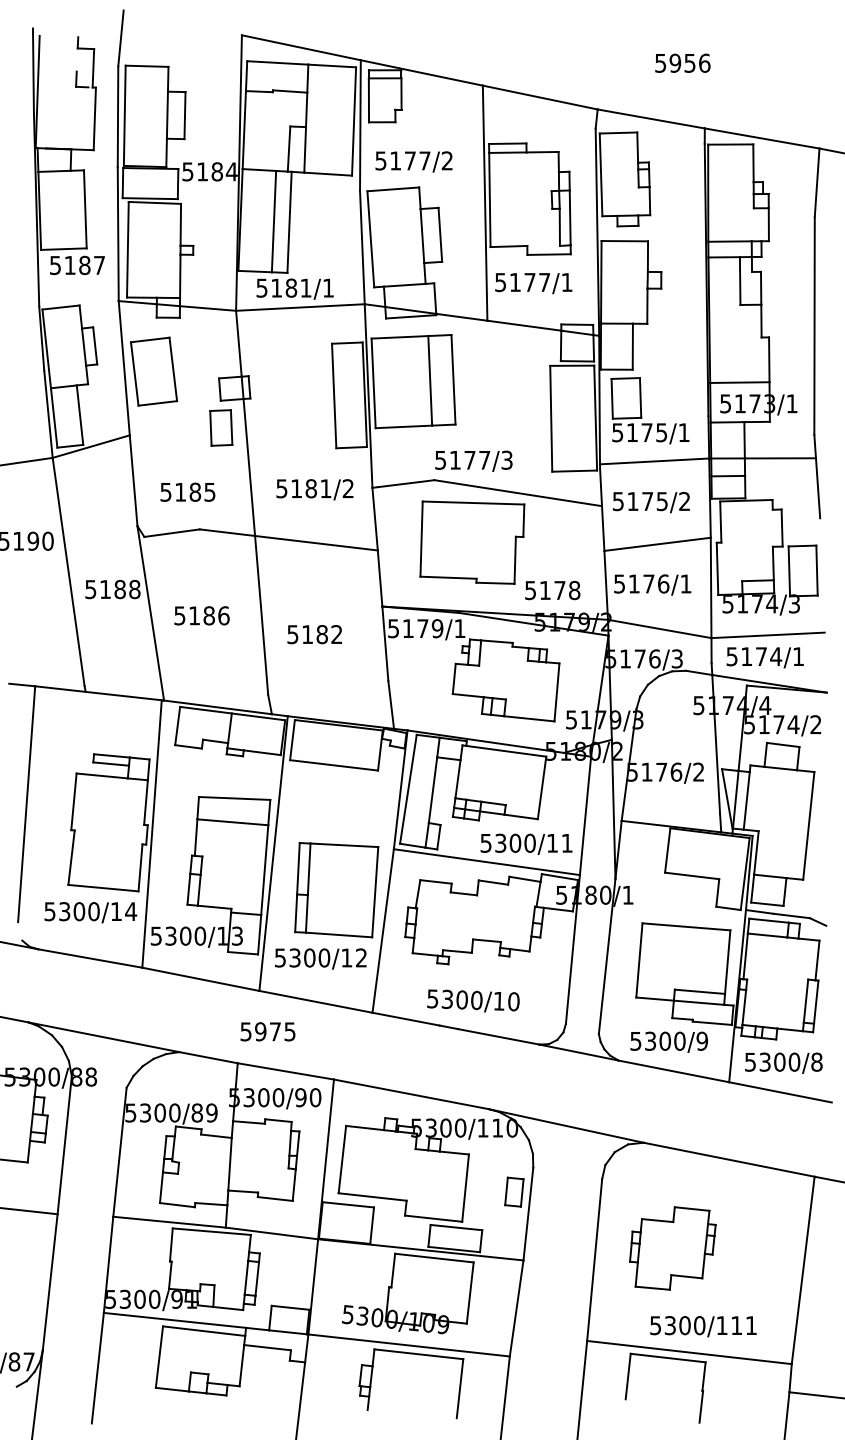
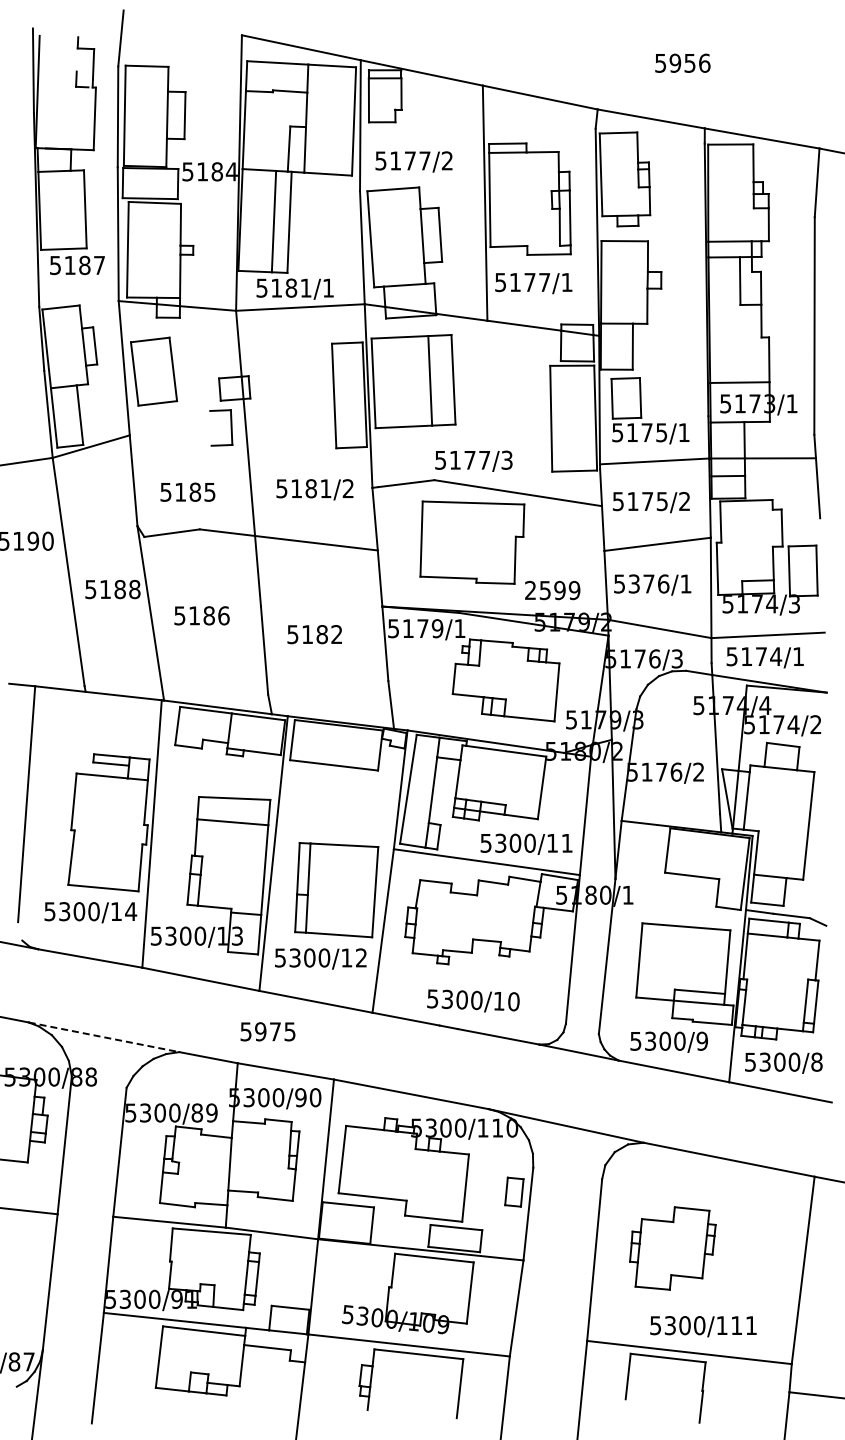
line at (210, 428): present -> none
text at (633, 583): 5176/1 -> 5376/1
text at (552, 590): 5178 -> 2599
line at (104, 1037): solid -> dashed
